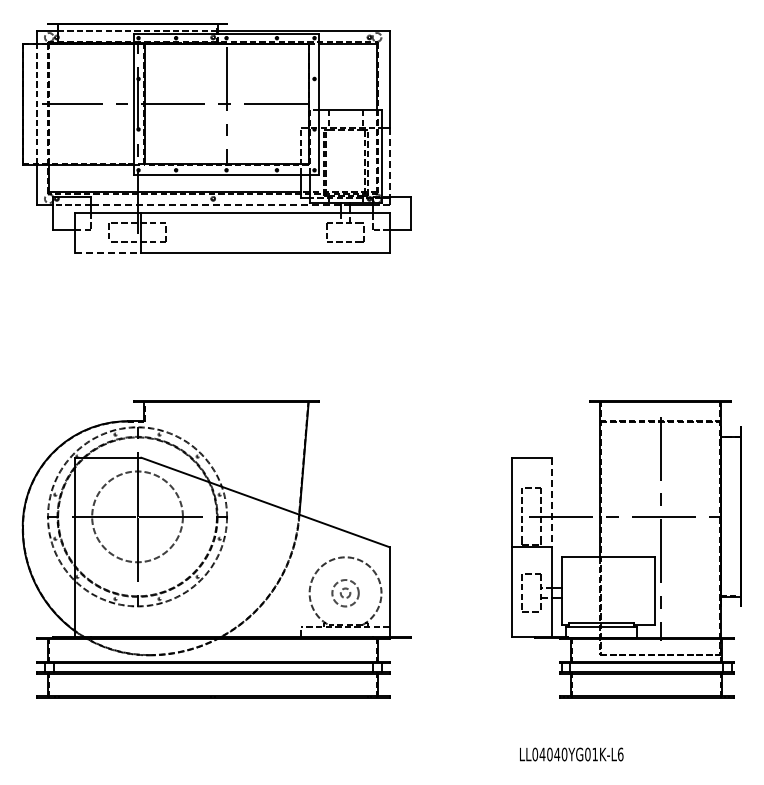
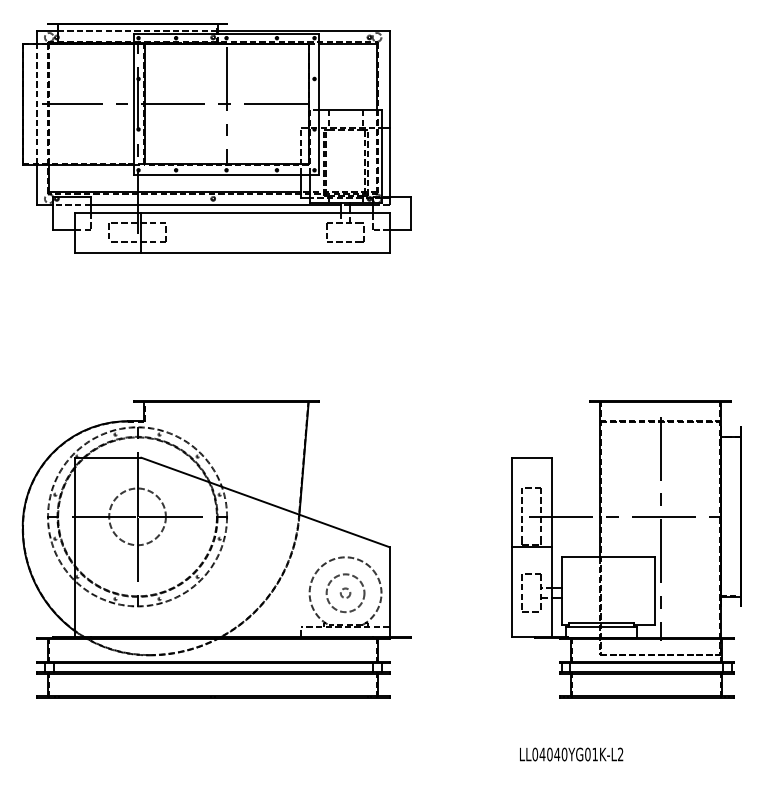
line at (389, 163): dashed -> solid
line at (215, 205): dashed -> solid
line at (108, 252): dashed -> solid
line at (552, 502): dashed -> solid
circle at (137, 516) diameter: 91 px -> 57 px
circle at (345, 593) diameter: 26 px -> 38 px
text at (620, 754): LL04040YG01K-L6 -> LL04040YG01K-L2
